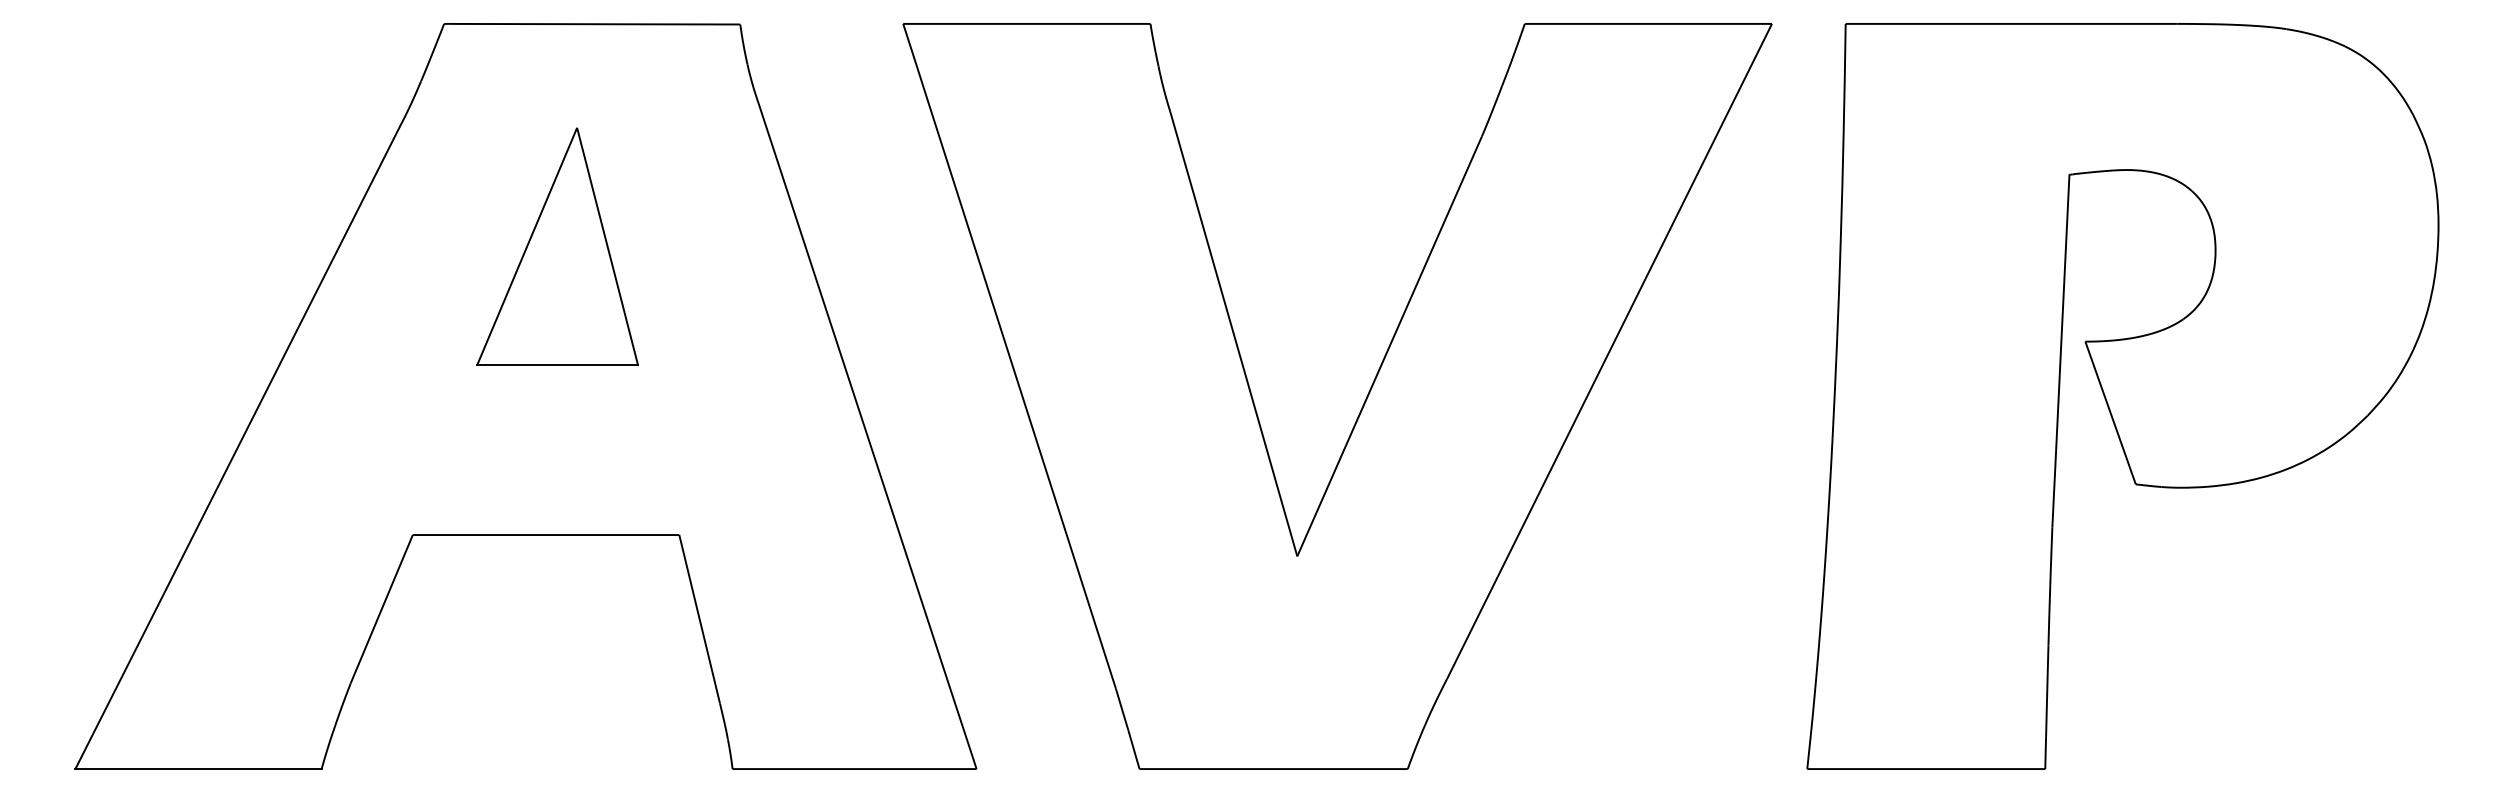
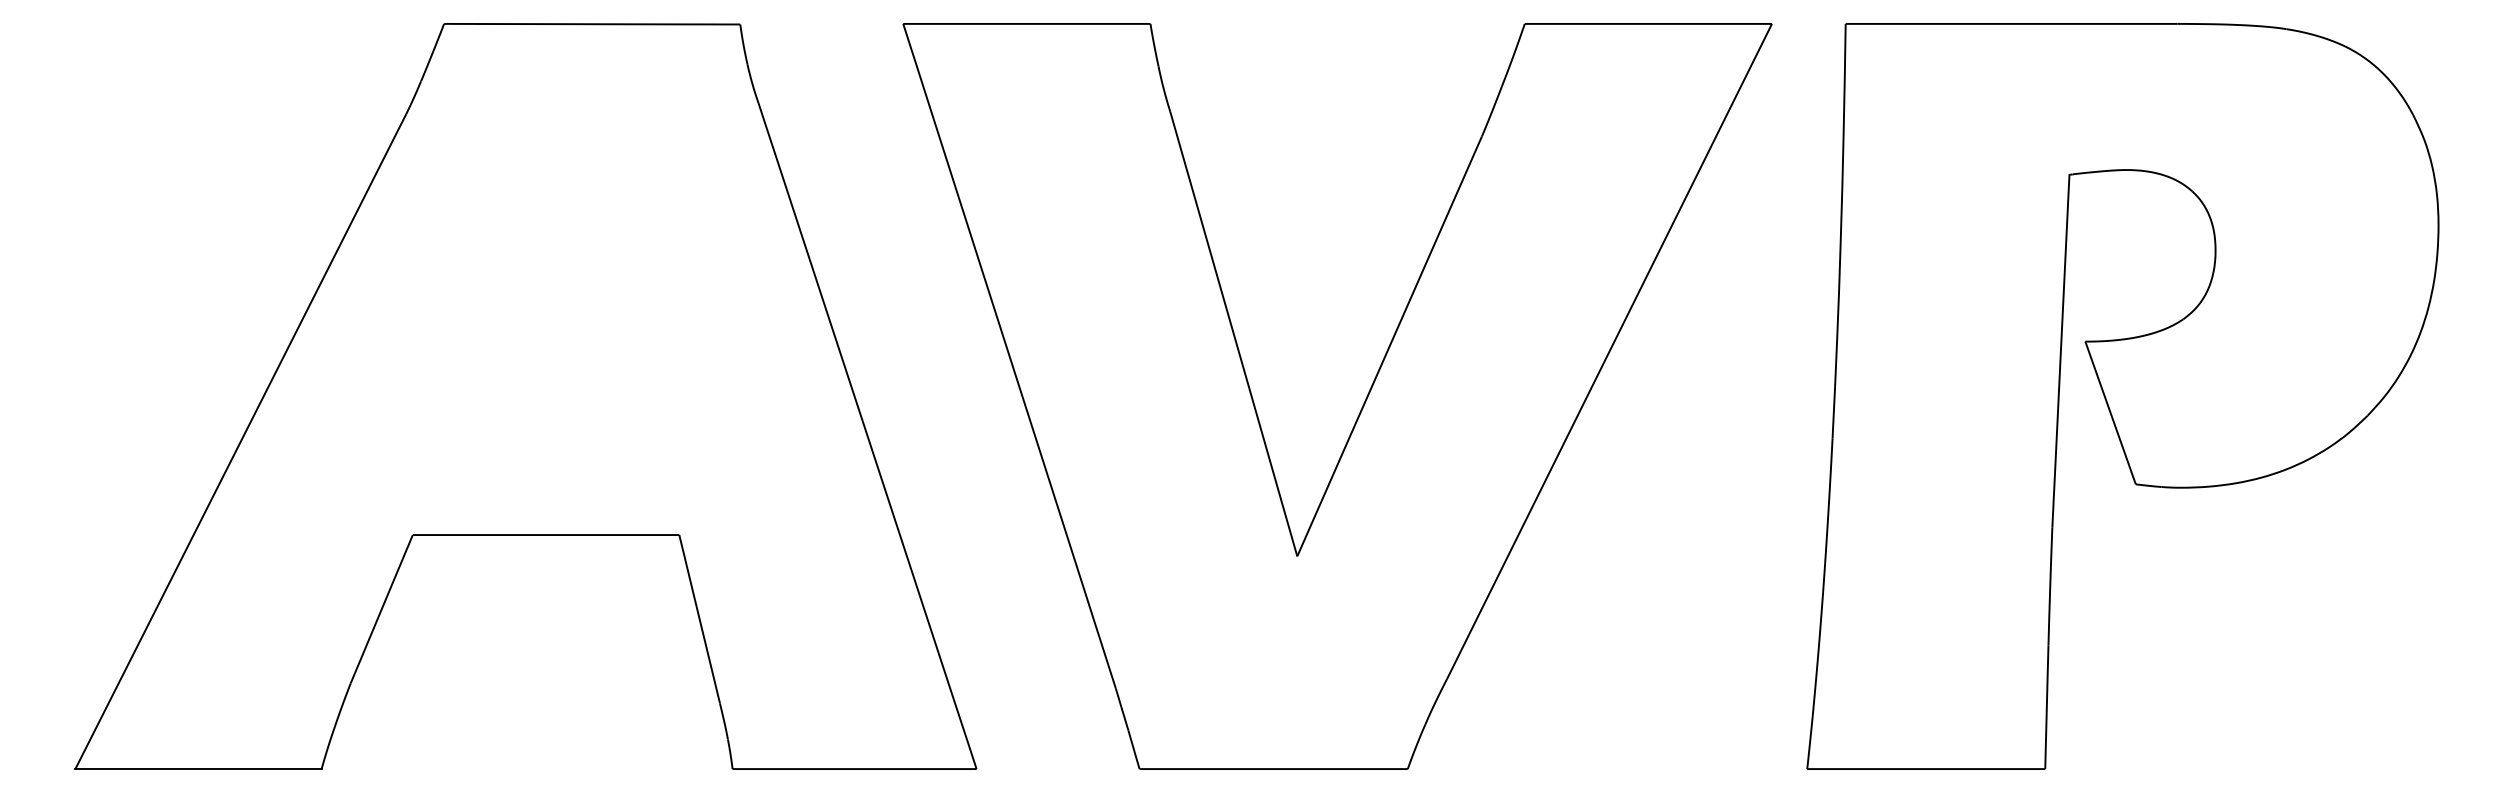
part at (557, 246): present -> none
